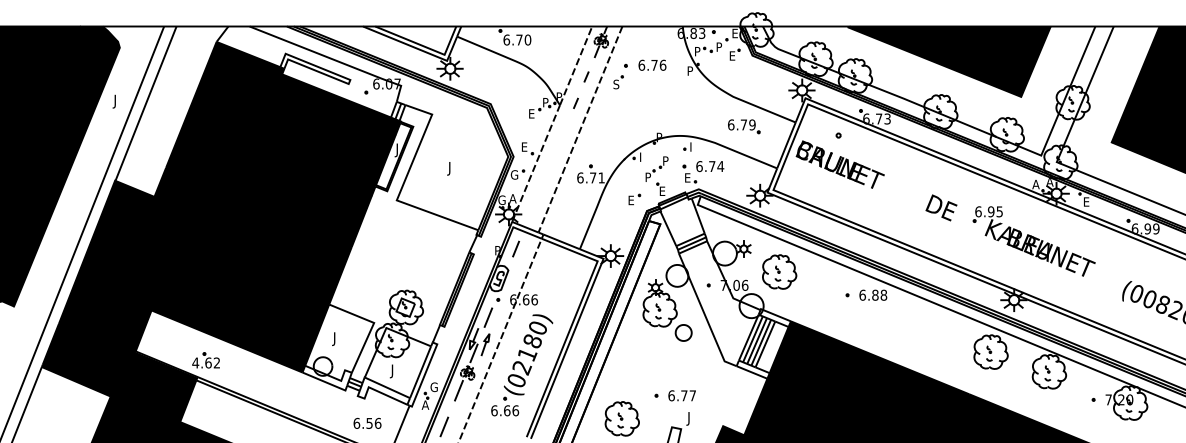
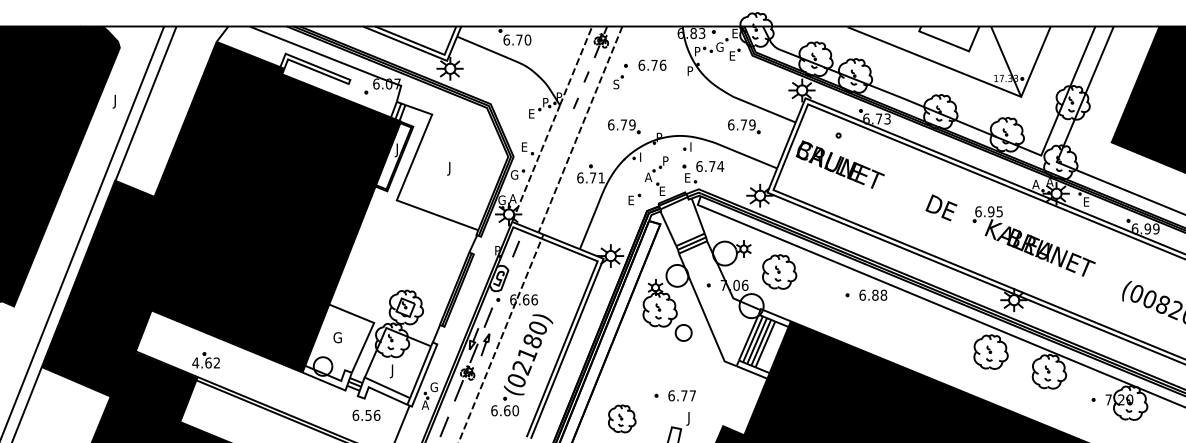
text at (719, 46): P -> G
fill at (949, 61): present -> none
part at (624, 126): none -> present
text at (648, 176): P -> A
text at (336, 339): J -> G
text at (515, 410): 6.66 -> 6.60
part at (621, 418) size: 36x36 px -> 29x30 px
text at (367, 422) position: (367, 422) -> (366, 414)
